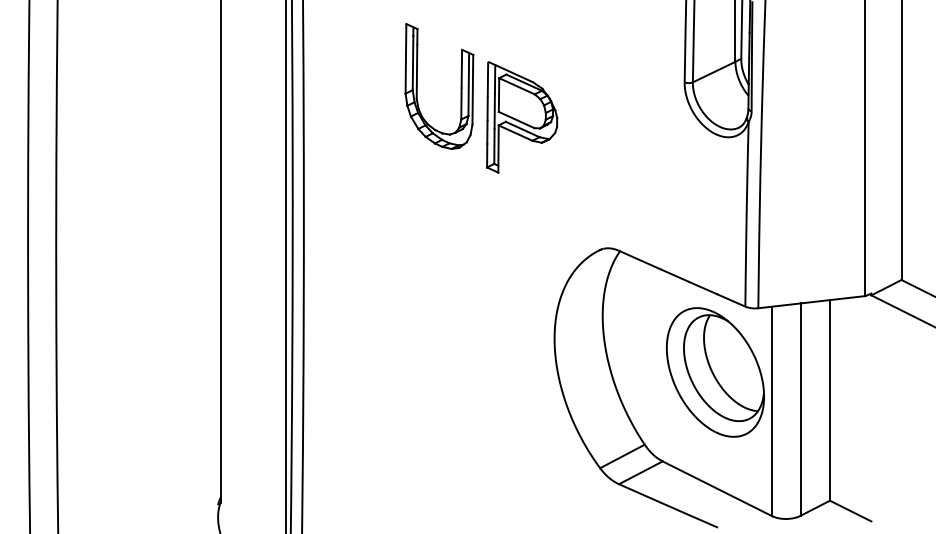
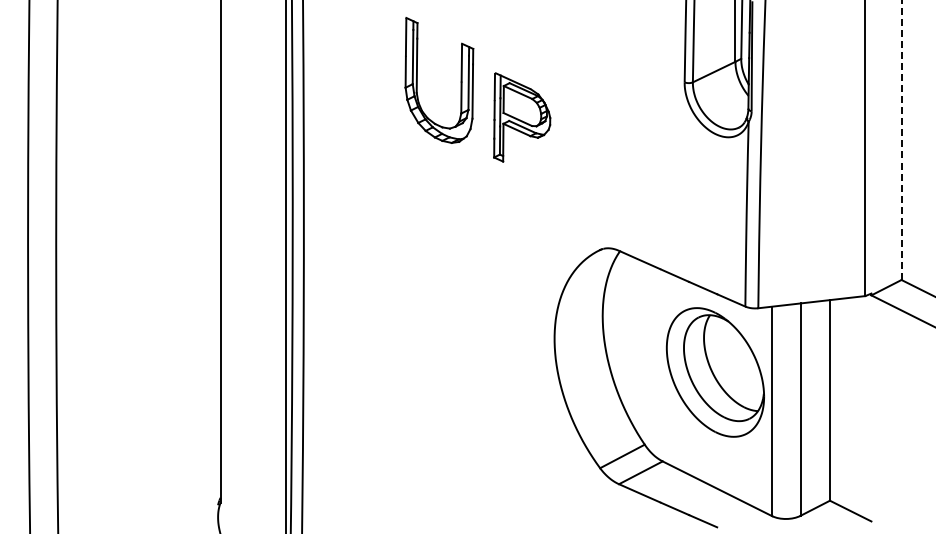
part at (460, 86) position: (460, 86) -> (460, 80)
part at (522, 117) size: 73x113 px -> 59x91 px
line at (901, 140): solid -> dashed
